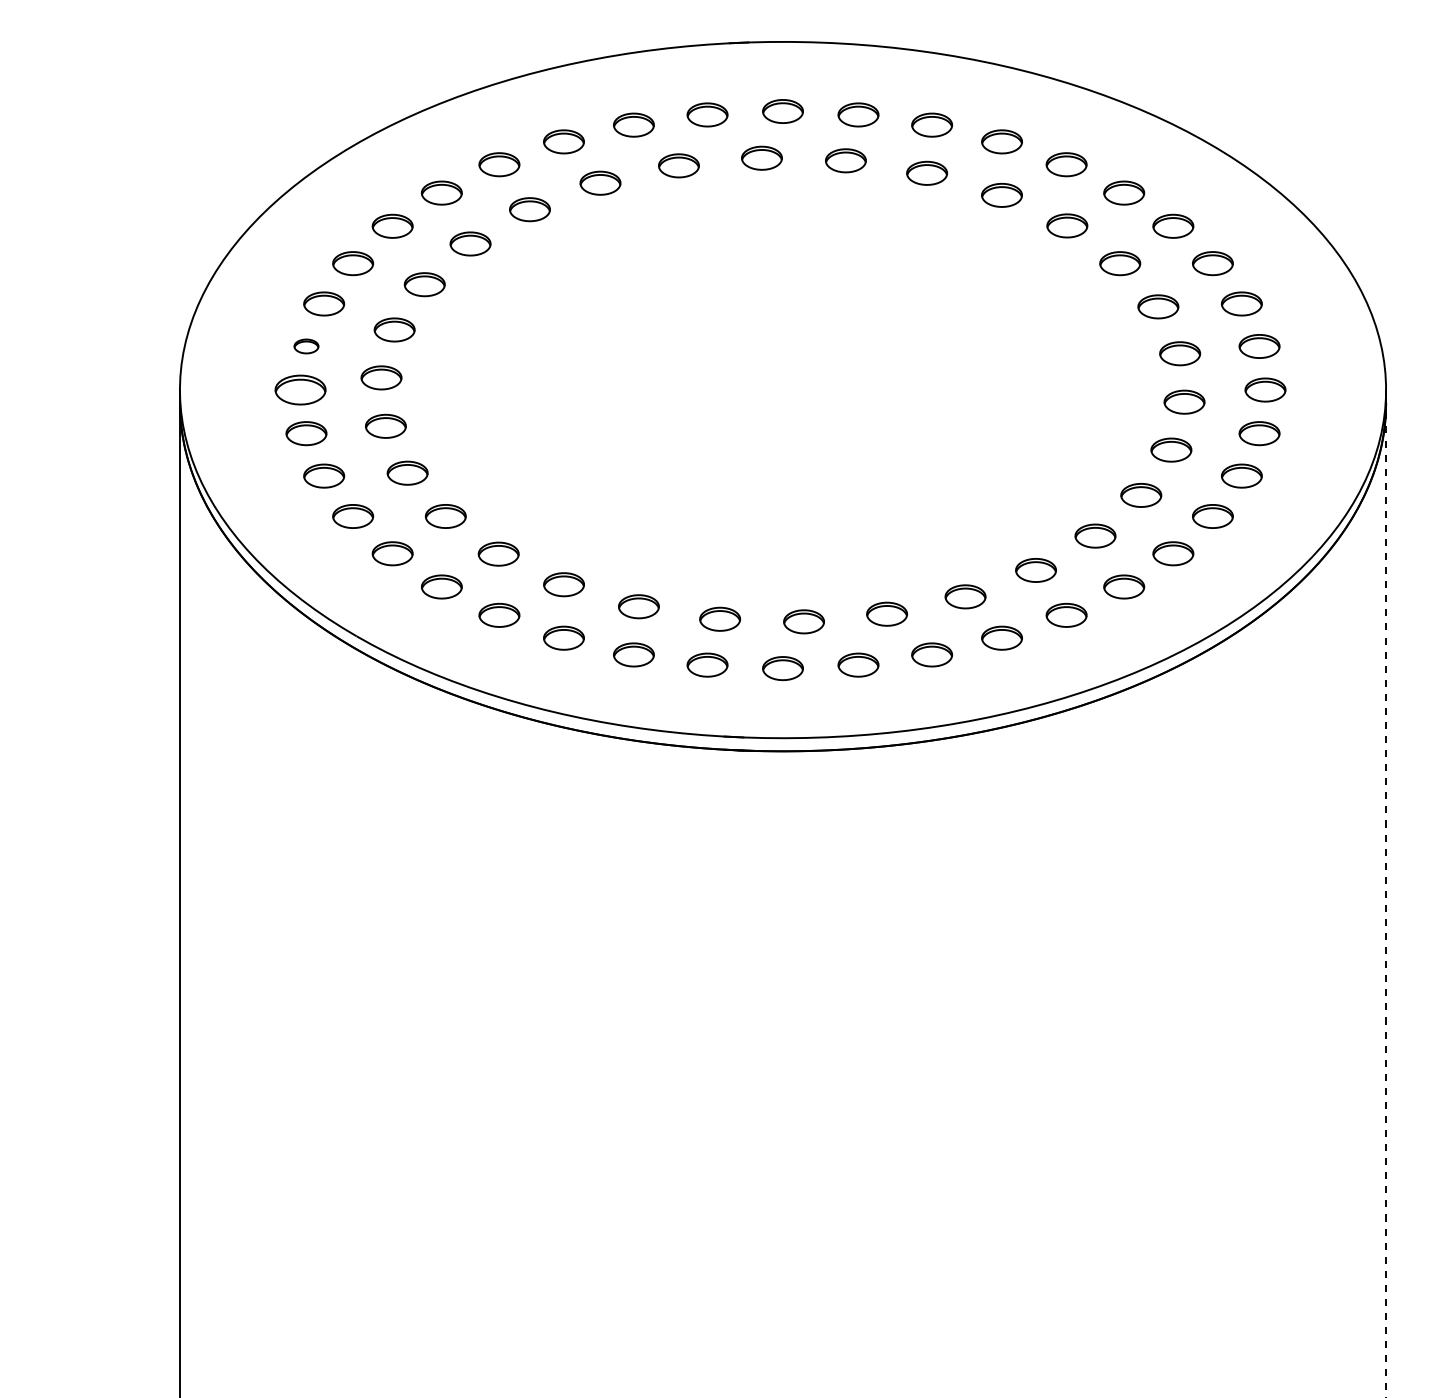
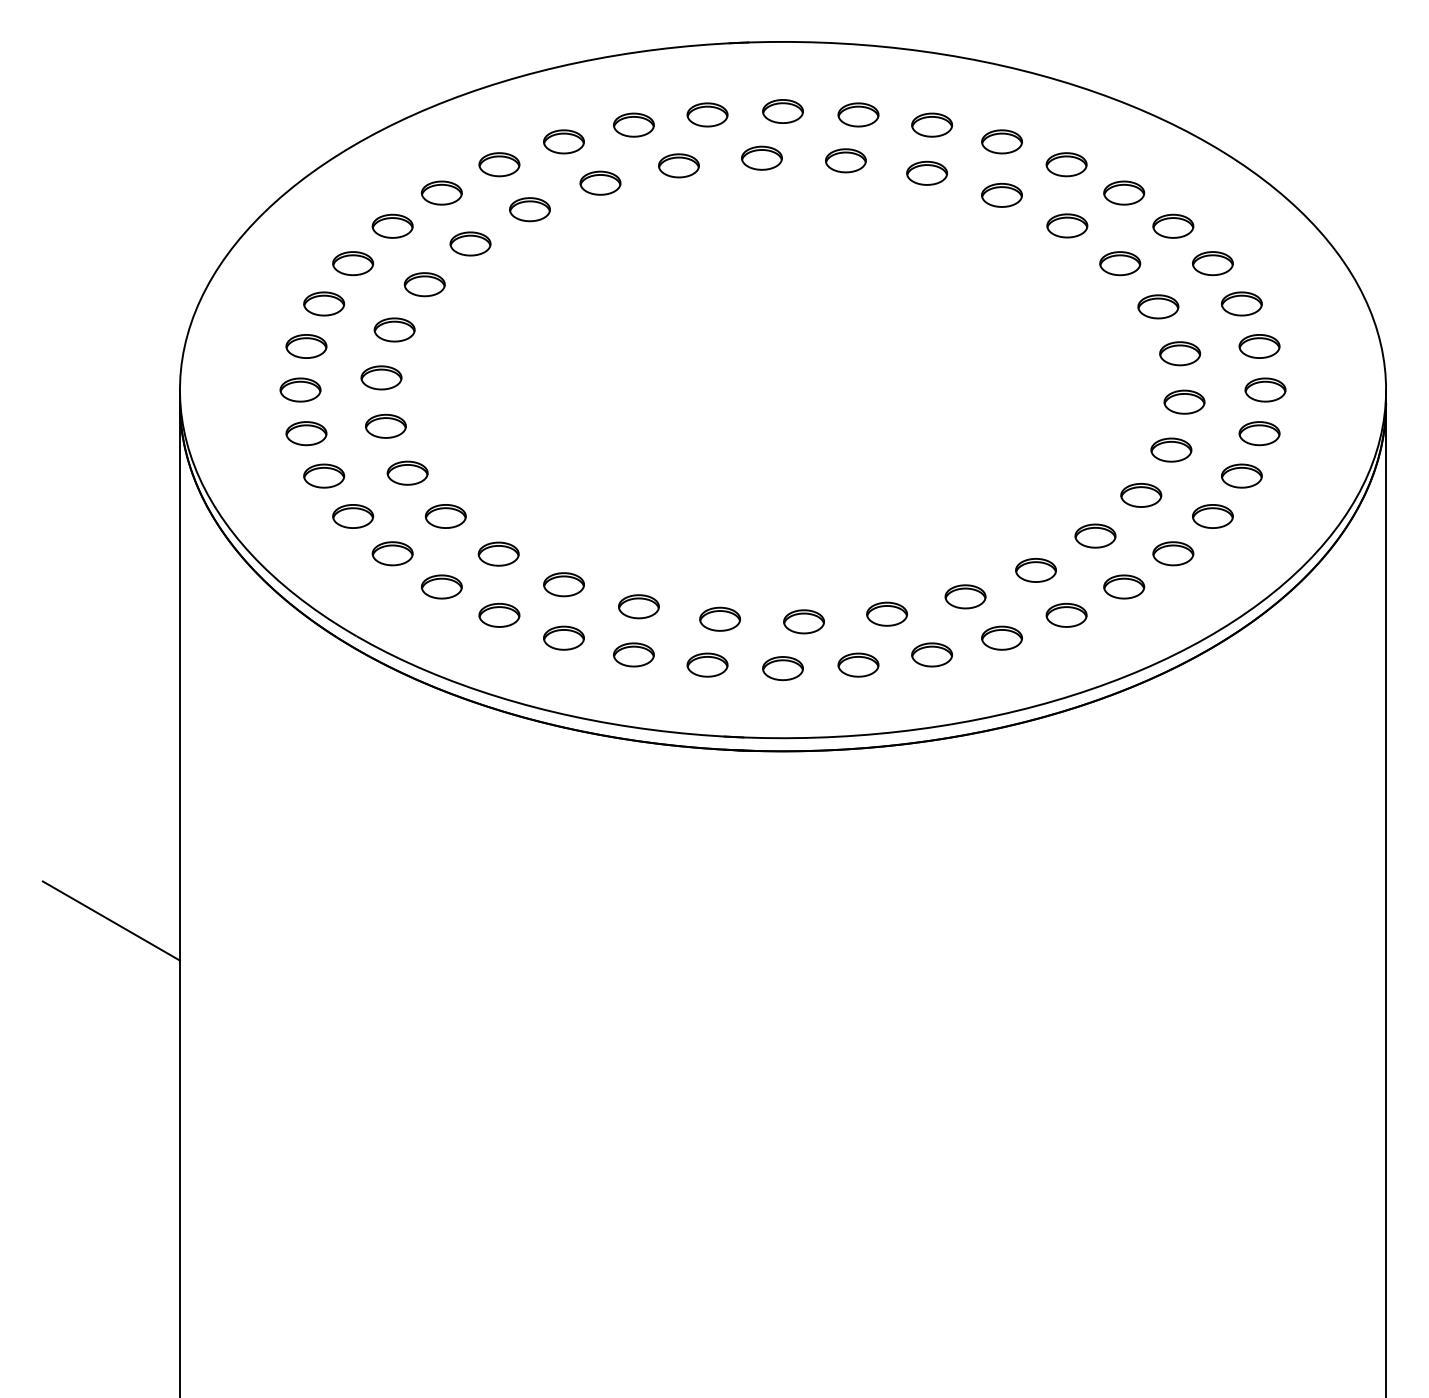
part at (306, 346) size: 27x17 px -> 43x25 px
part at (300, 389) size: 53x32 px -> 43x26 px
line at (1386, 900): dashed -> solid
line at (110, 920): none -> present
